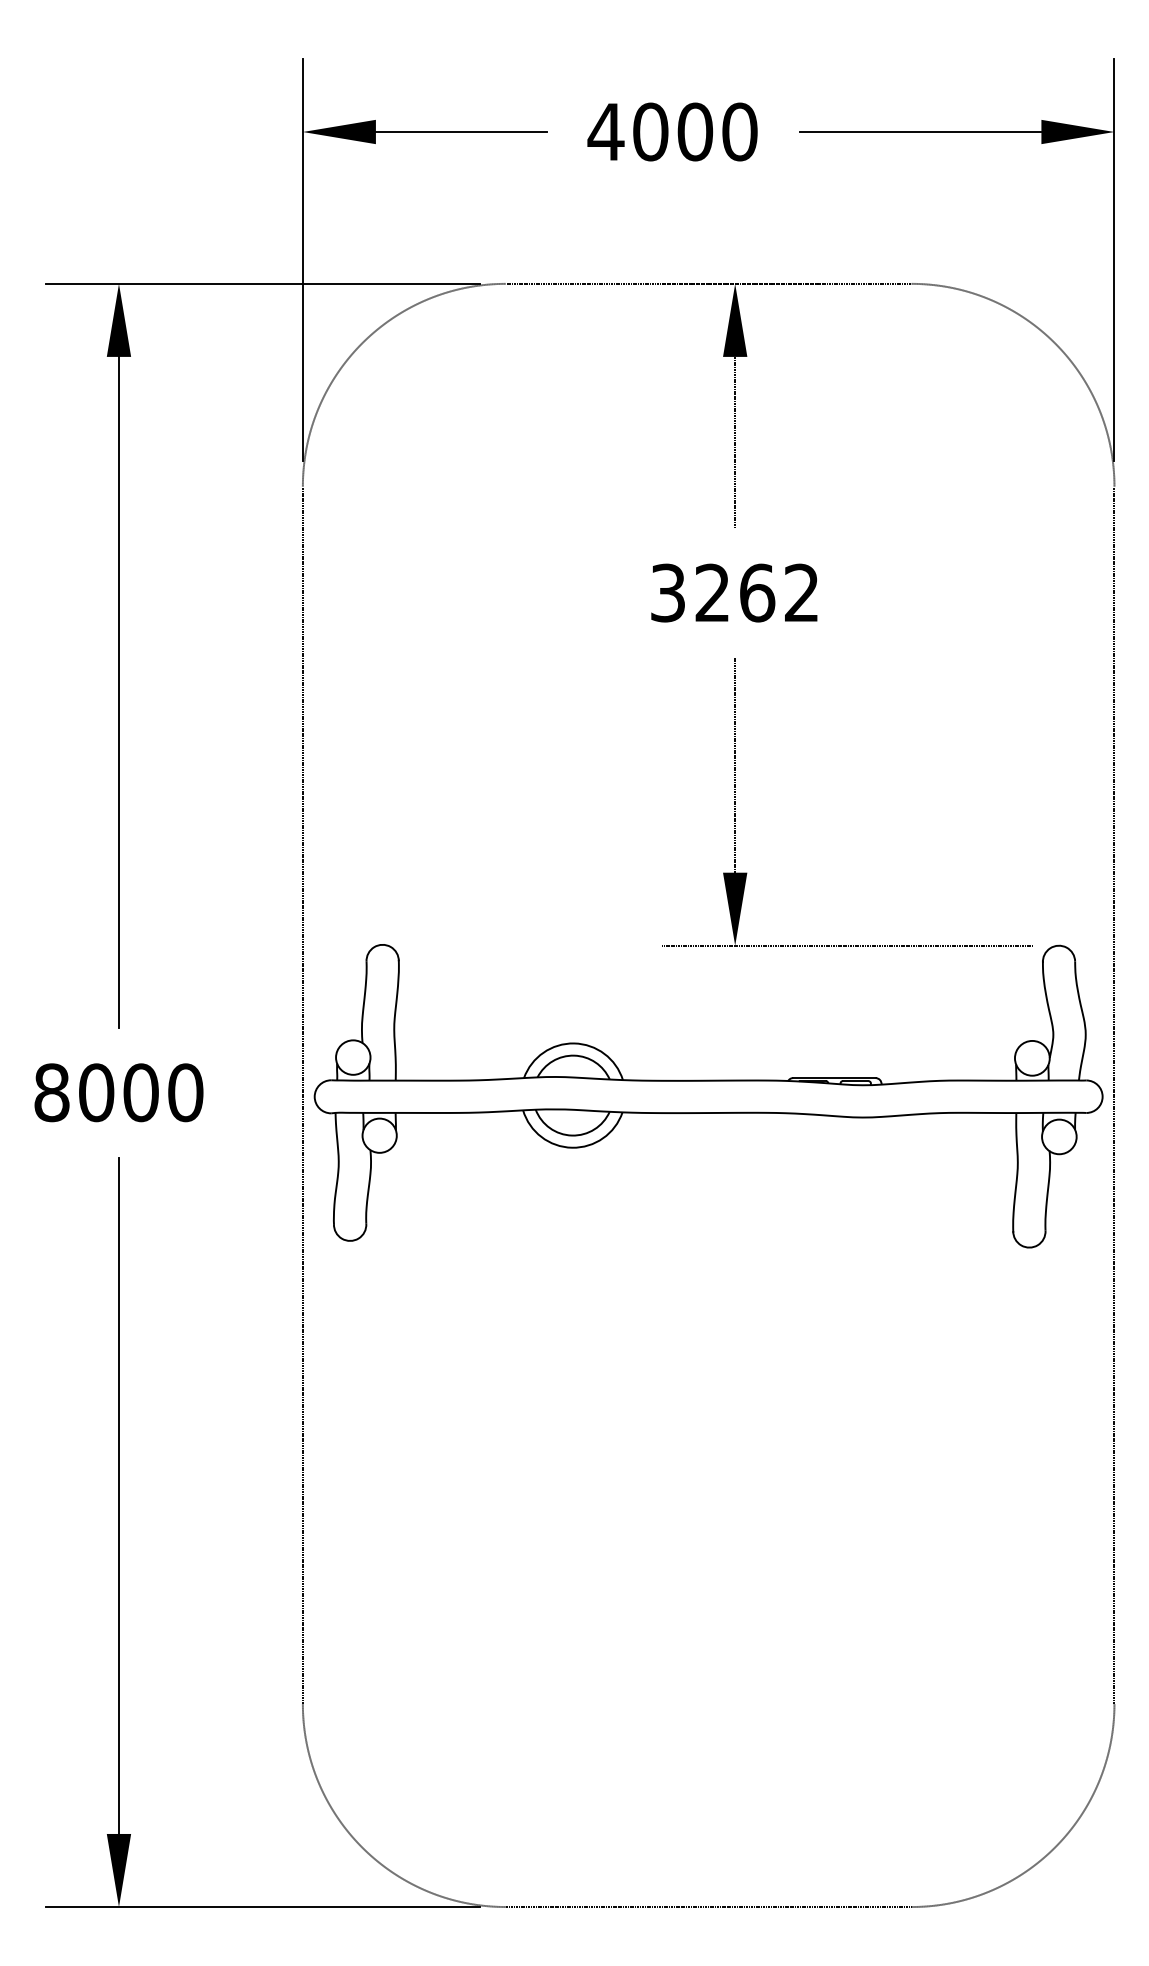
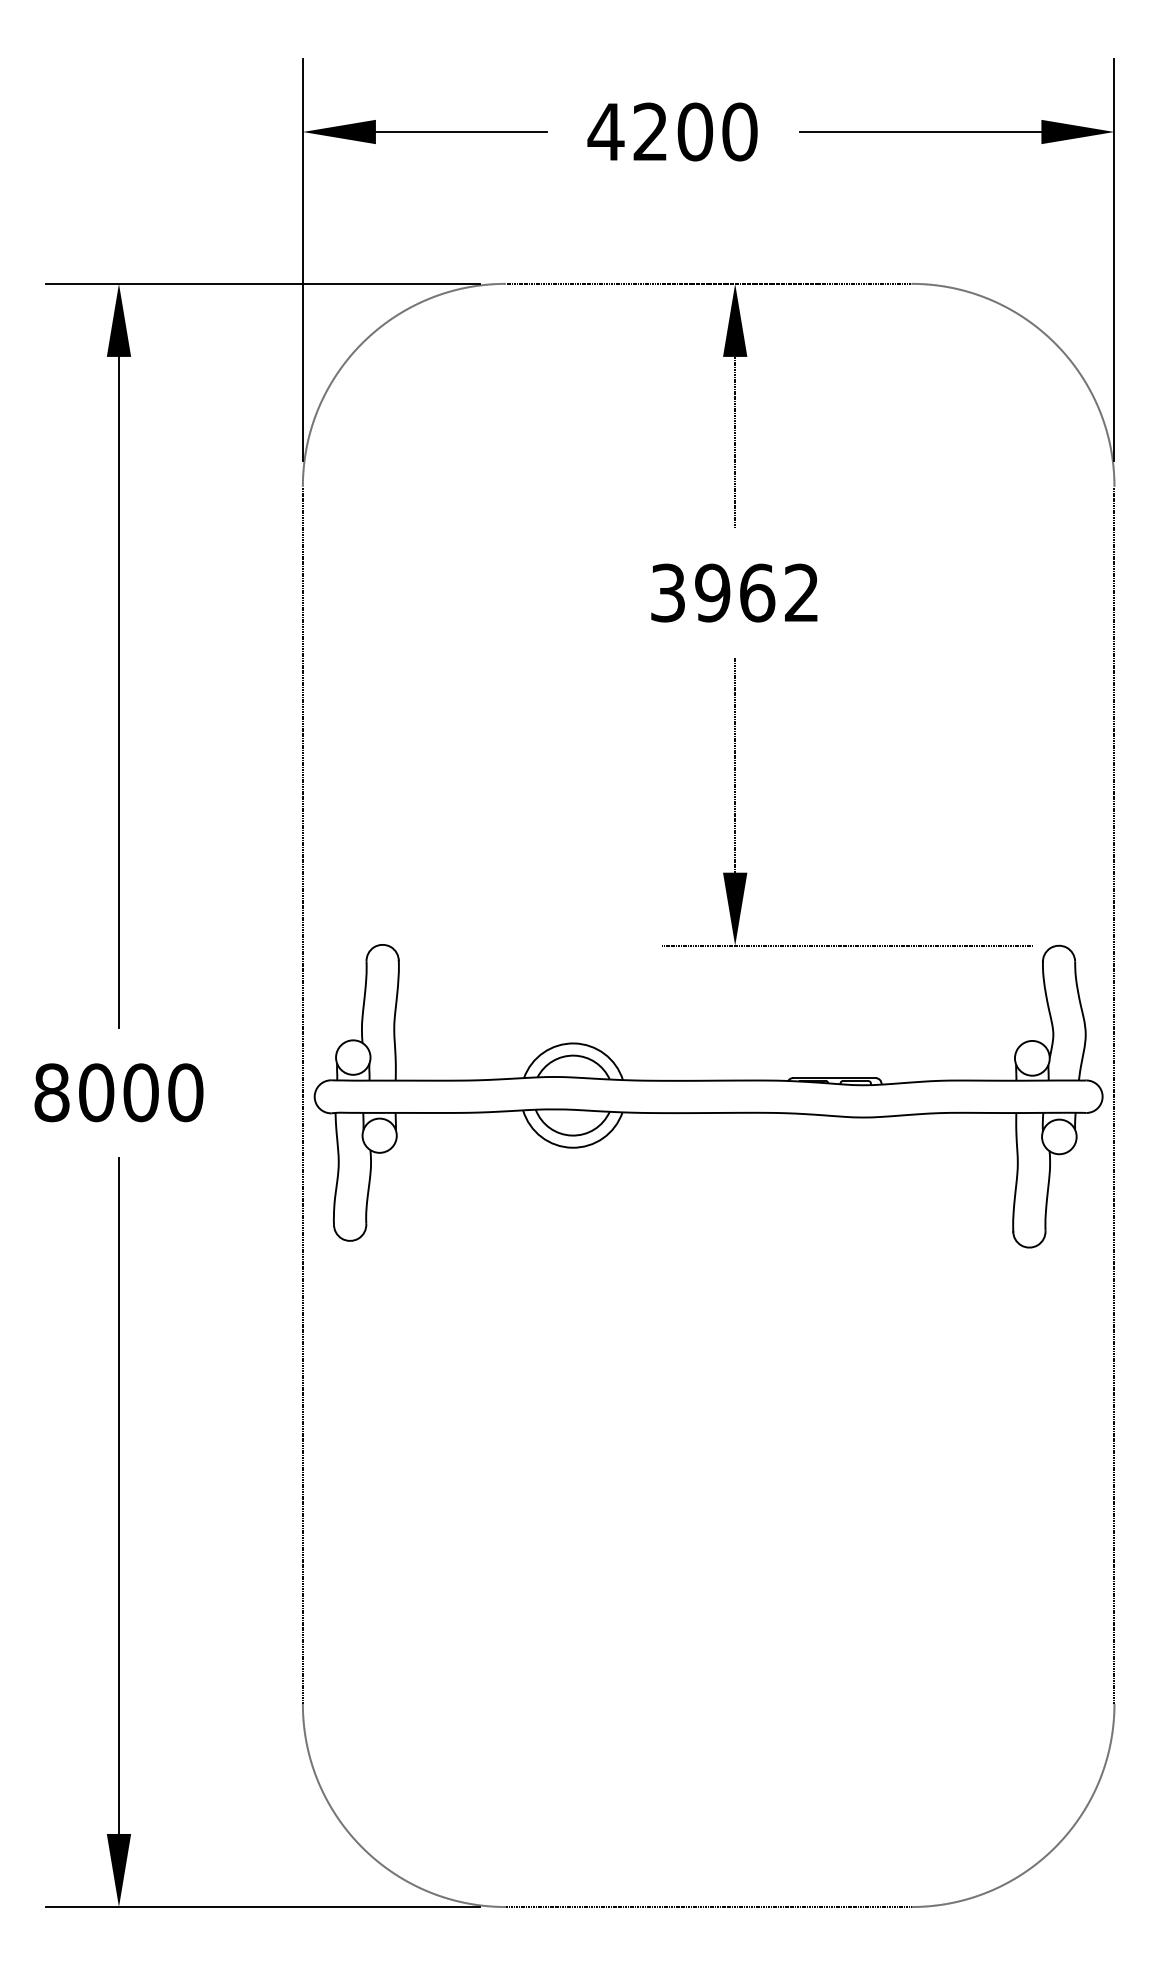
text at (650, 131): 4000 -> 4200
text at (712, 592): 3262 -> 3962
